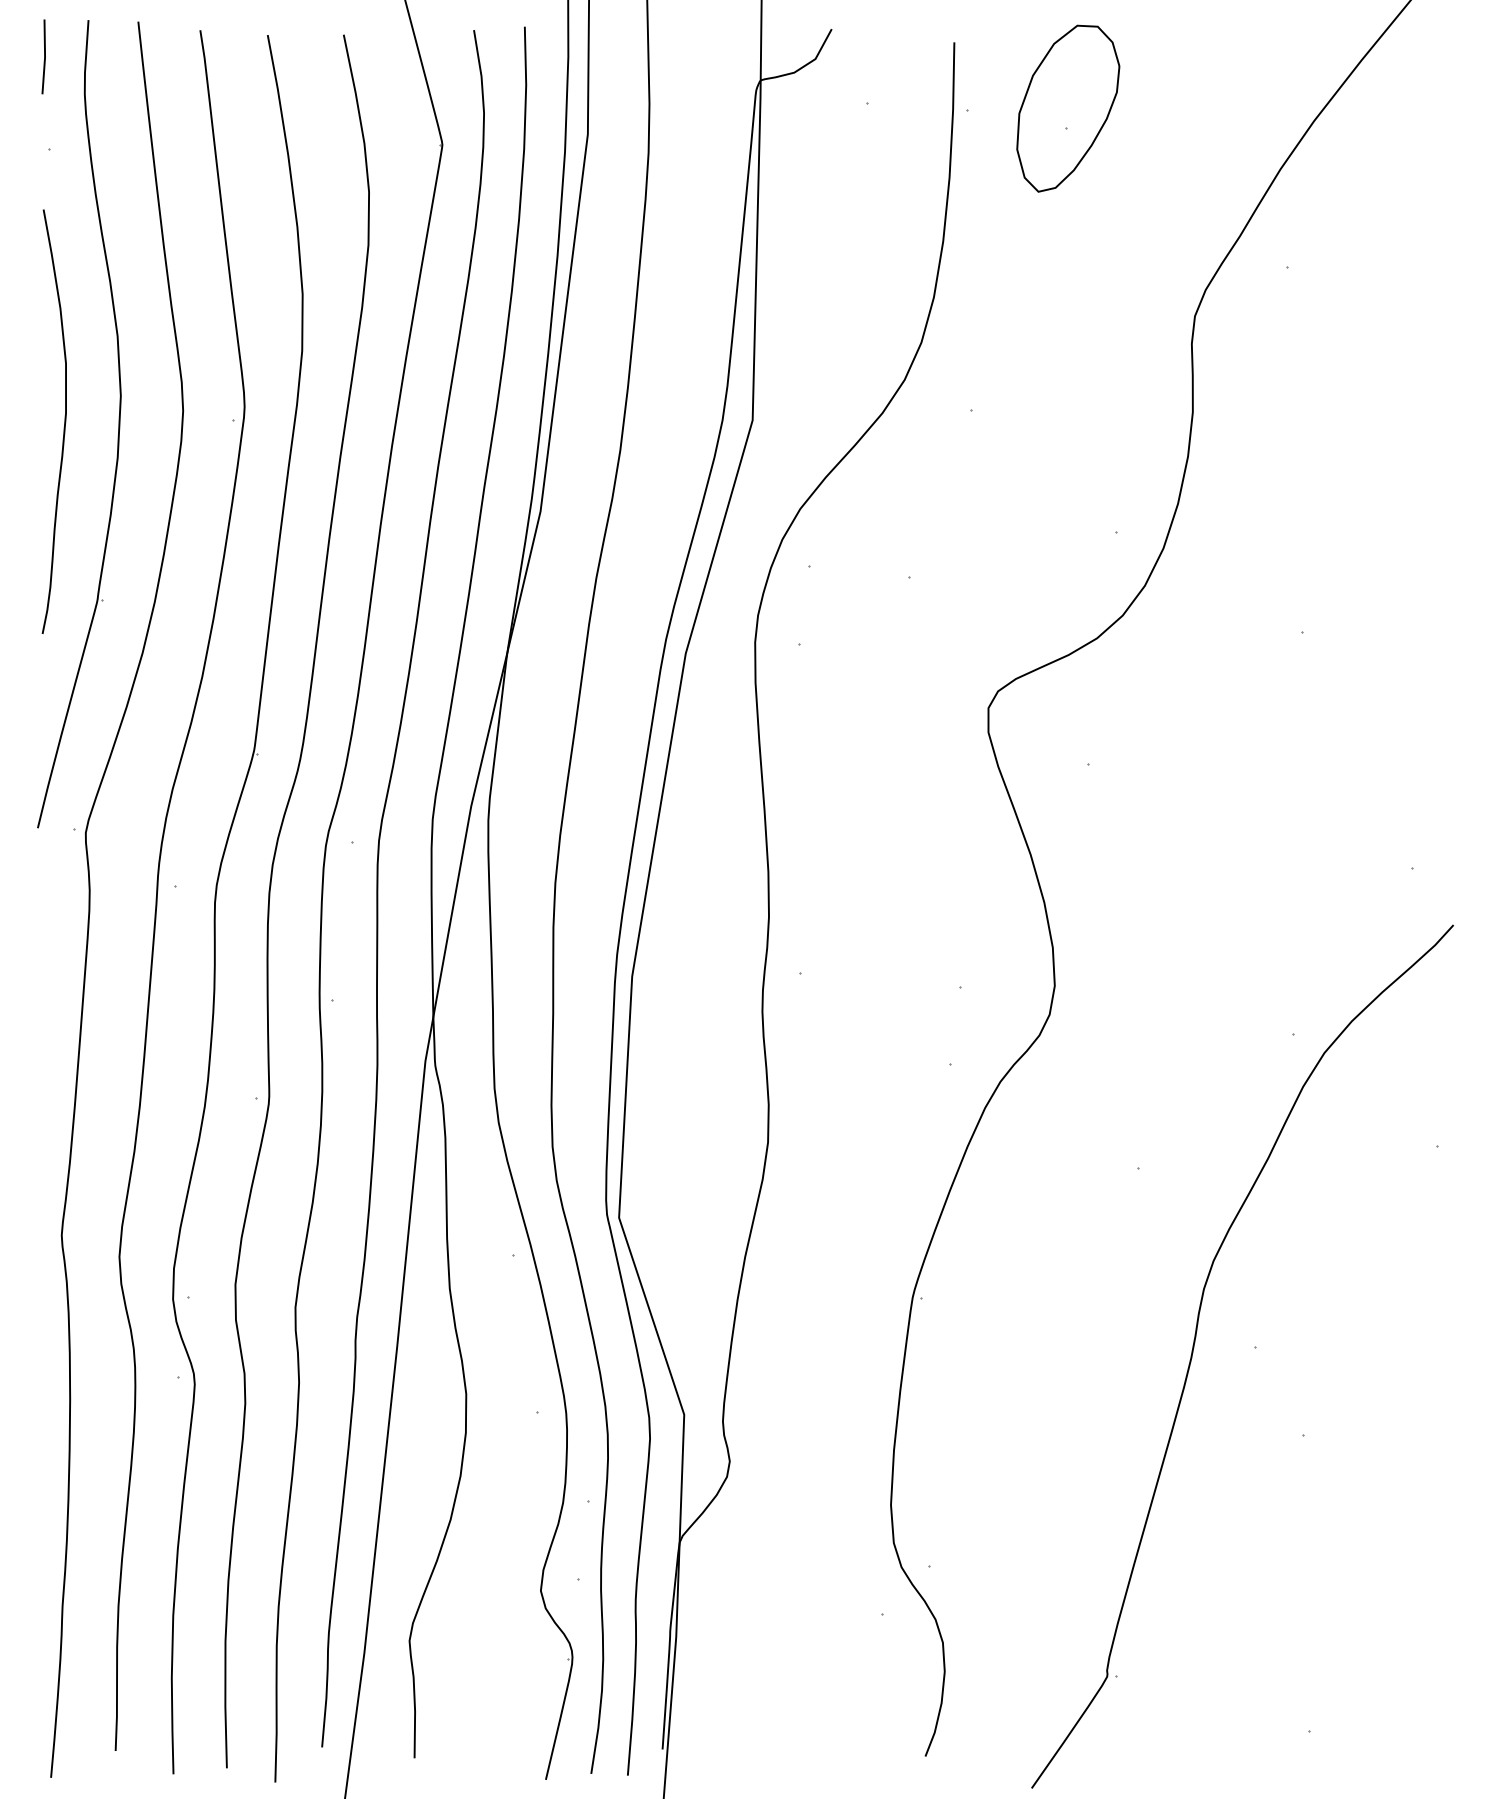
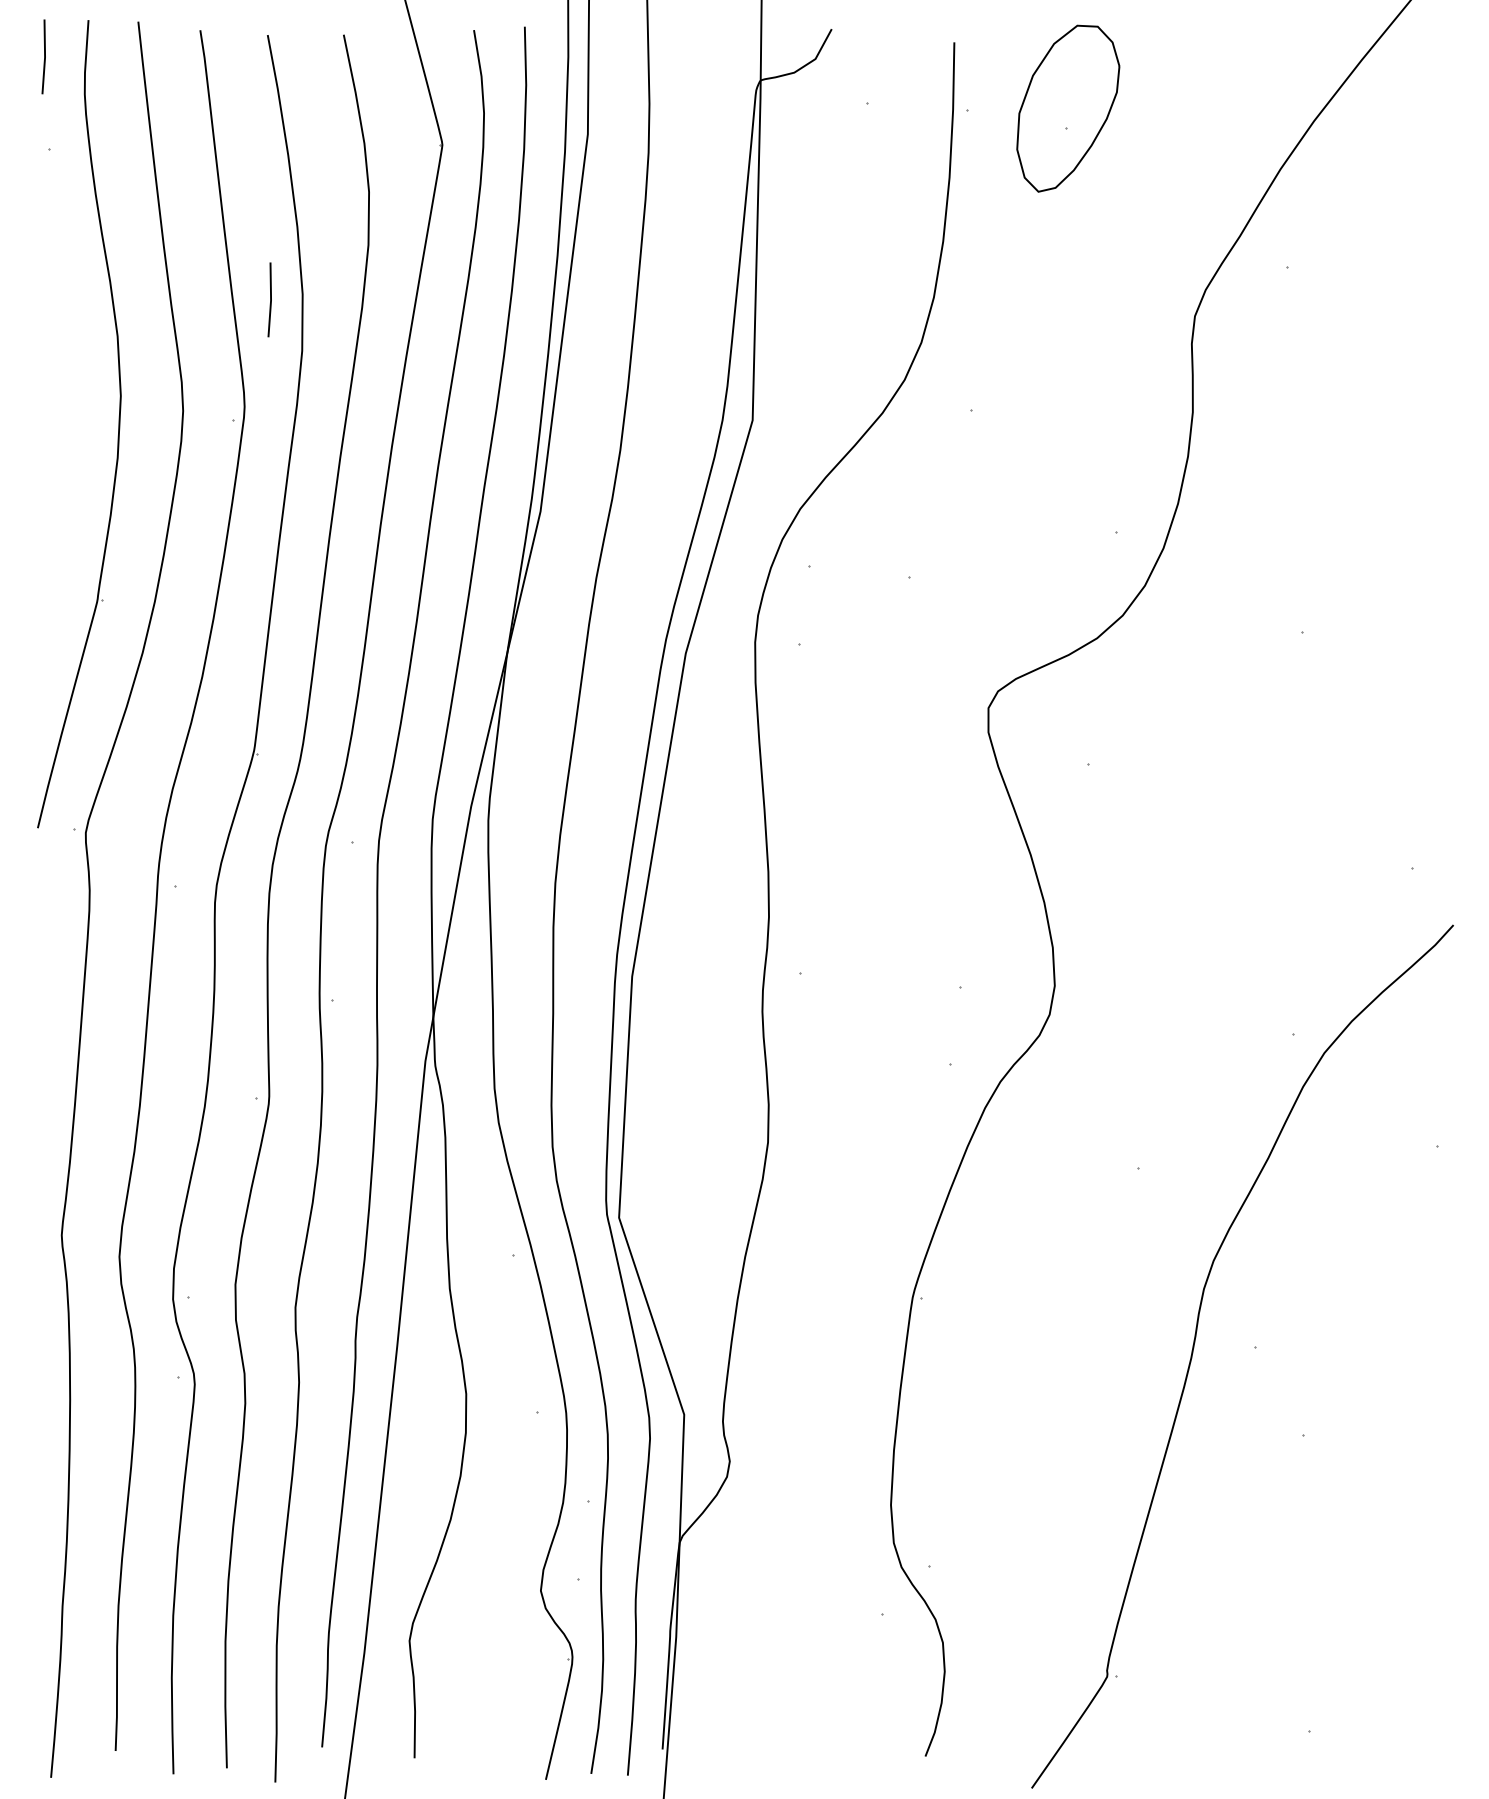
line at (270, 299): none -> present
curve at (64, 421): present -> none
